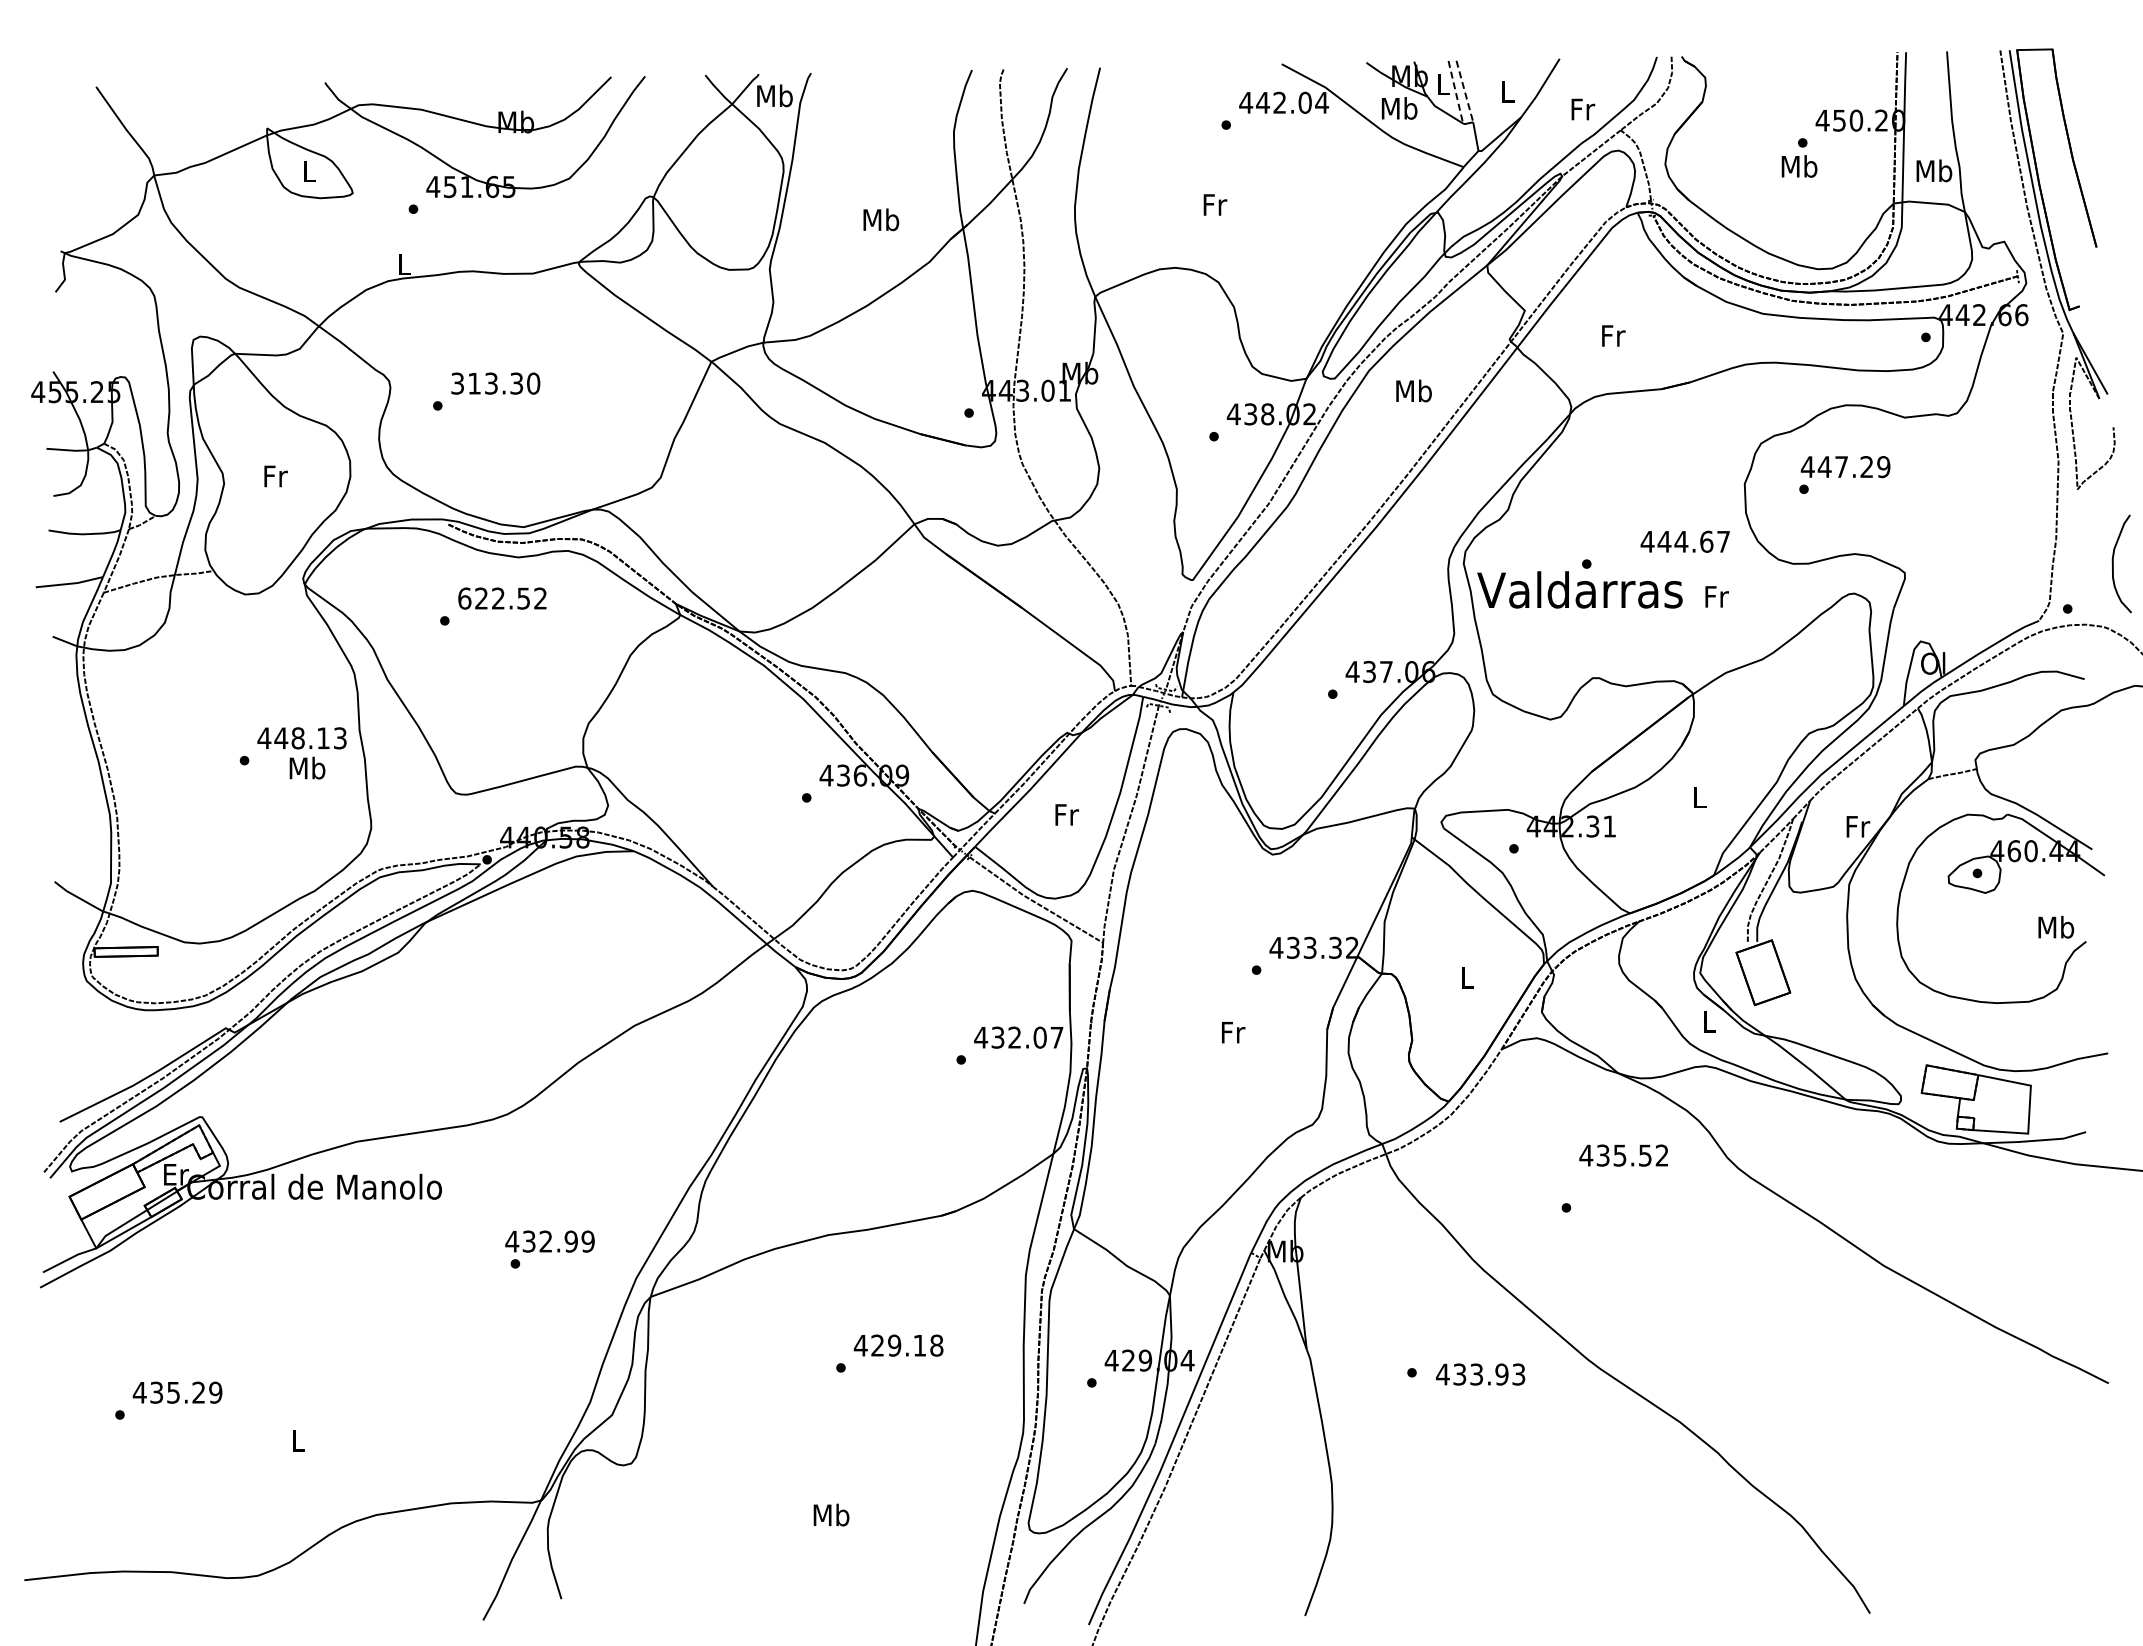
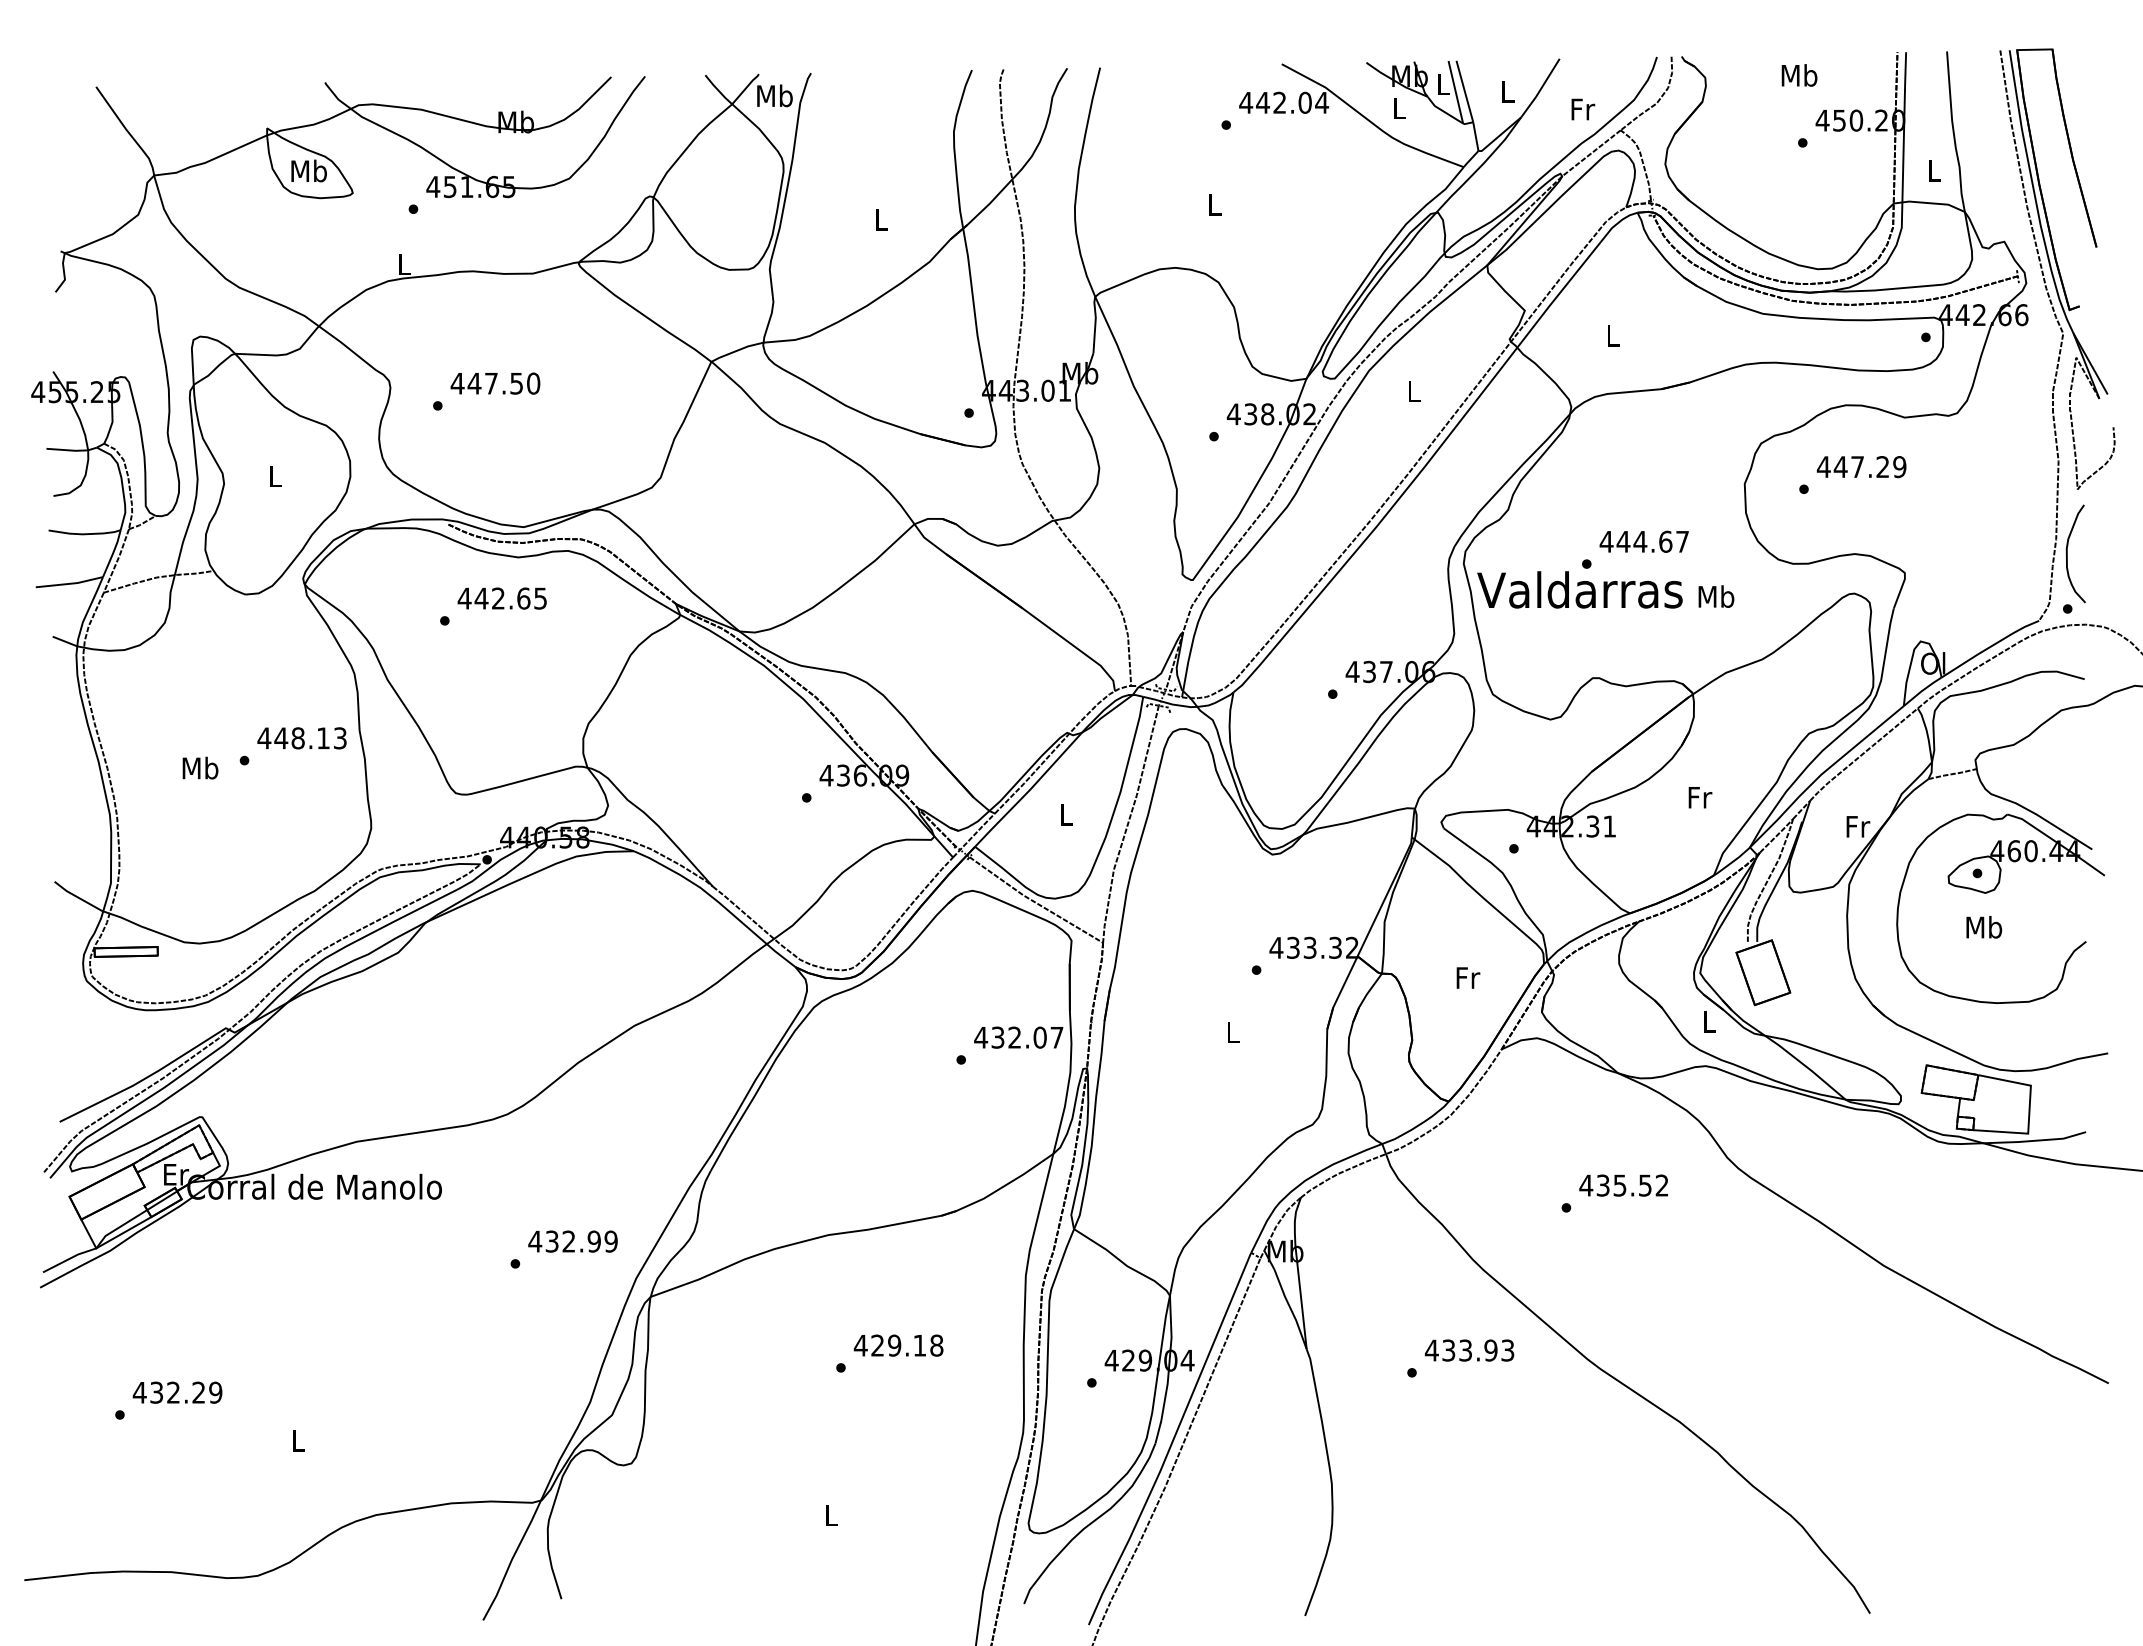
line at (1464, 91): dashed -> solid
line at (1455, 92): dashed -> solid
text at (1399, 108): Mb -> L
text at (1799, 166) position: (1799, 166) -> (1799, 75)
text at (308, 170): L -> Mb
text at (1934, 170): Mb -> L
text at (1215, 204): Fr -> L
text at (881, 219): Mb -> L
text at (1613, 335): Fr -> L
text at (486, 383): 313.30 -> 447.50
text at (1413, 390): Mb -> L
text at (1845, 467) position: (1845, 467) -> (1861, 467)
text at (275, 476): Fr -> L
text at (1684, 541) position: (1684, 541) -> (1643, 541)
curve at (2113, 563) position: (2113, 563) -> (2067, 553)
text at (1716, 596): Fr -> Mb
text at (501, 598): 622.52 -> 442.65
text at (307, 767) position: (307, 767) -> (200, 767)
text at (1700, 797): L -> Fr
text at (1066, 814): Fr -> L
text at (2056, 927) position: (2056, 927) -> (1984, 927)
text at (1468, 977): L -> Fr
text at (1233, 1032): Fr -> L
text at (1623, 1155) position: (1623, 1155) -> (1623, 1185)
text at (549, 1241) position: (549, 1241) -> (572, 1241)
text at (1480, 1374) position: (1480, 1374) -> (1469, 1350)
text at (173, 1392): 435.29 -> 432.29
text at (831, 1514): Mb -> L
